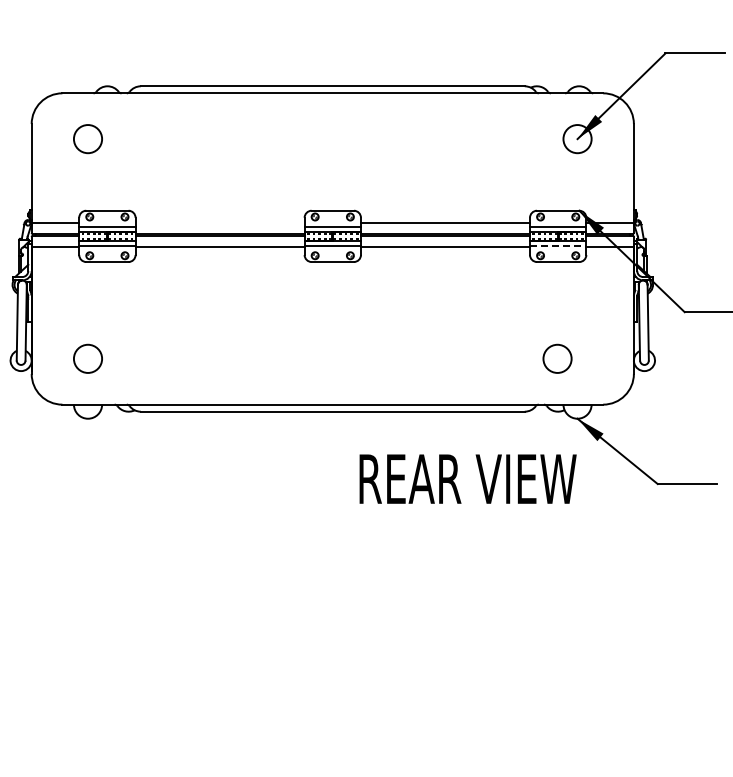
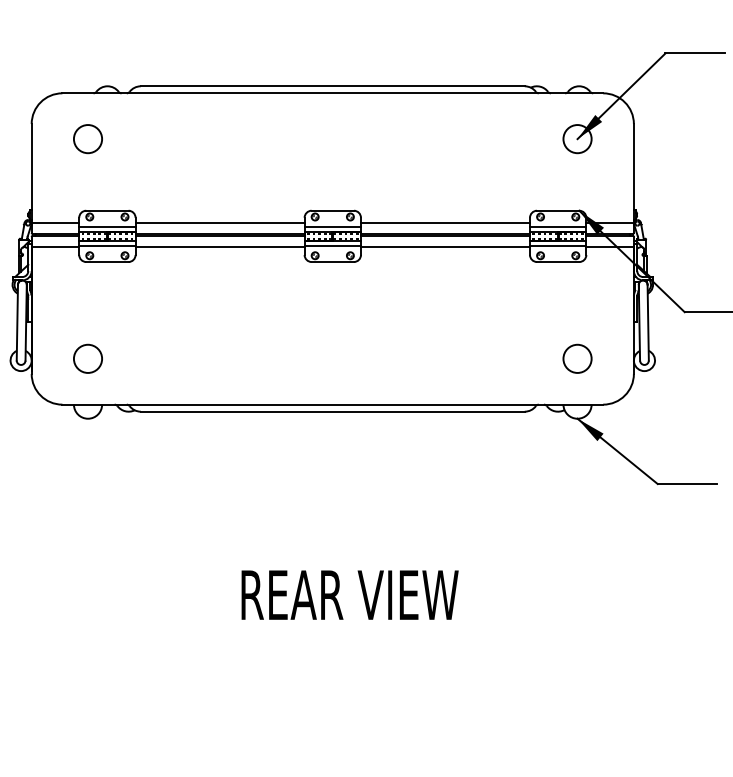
line at (219, 222): none -> present
line at (558, 246): dashed -> solid
circle at (557, 358) position: (557, 358) -> (577, 358)
text at (467, 478) position: (467, 478) -> (349, 594)
